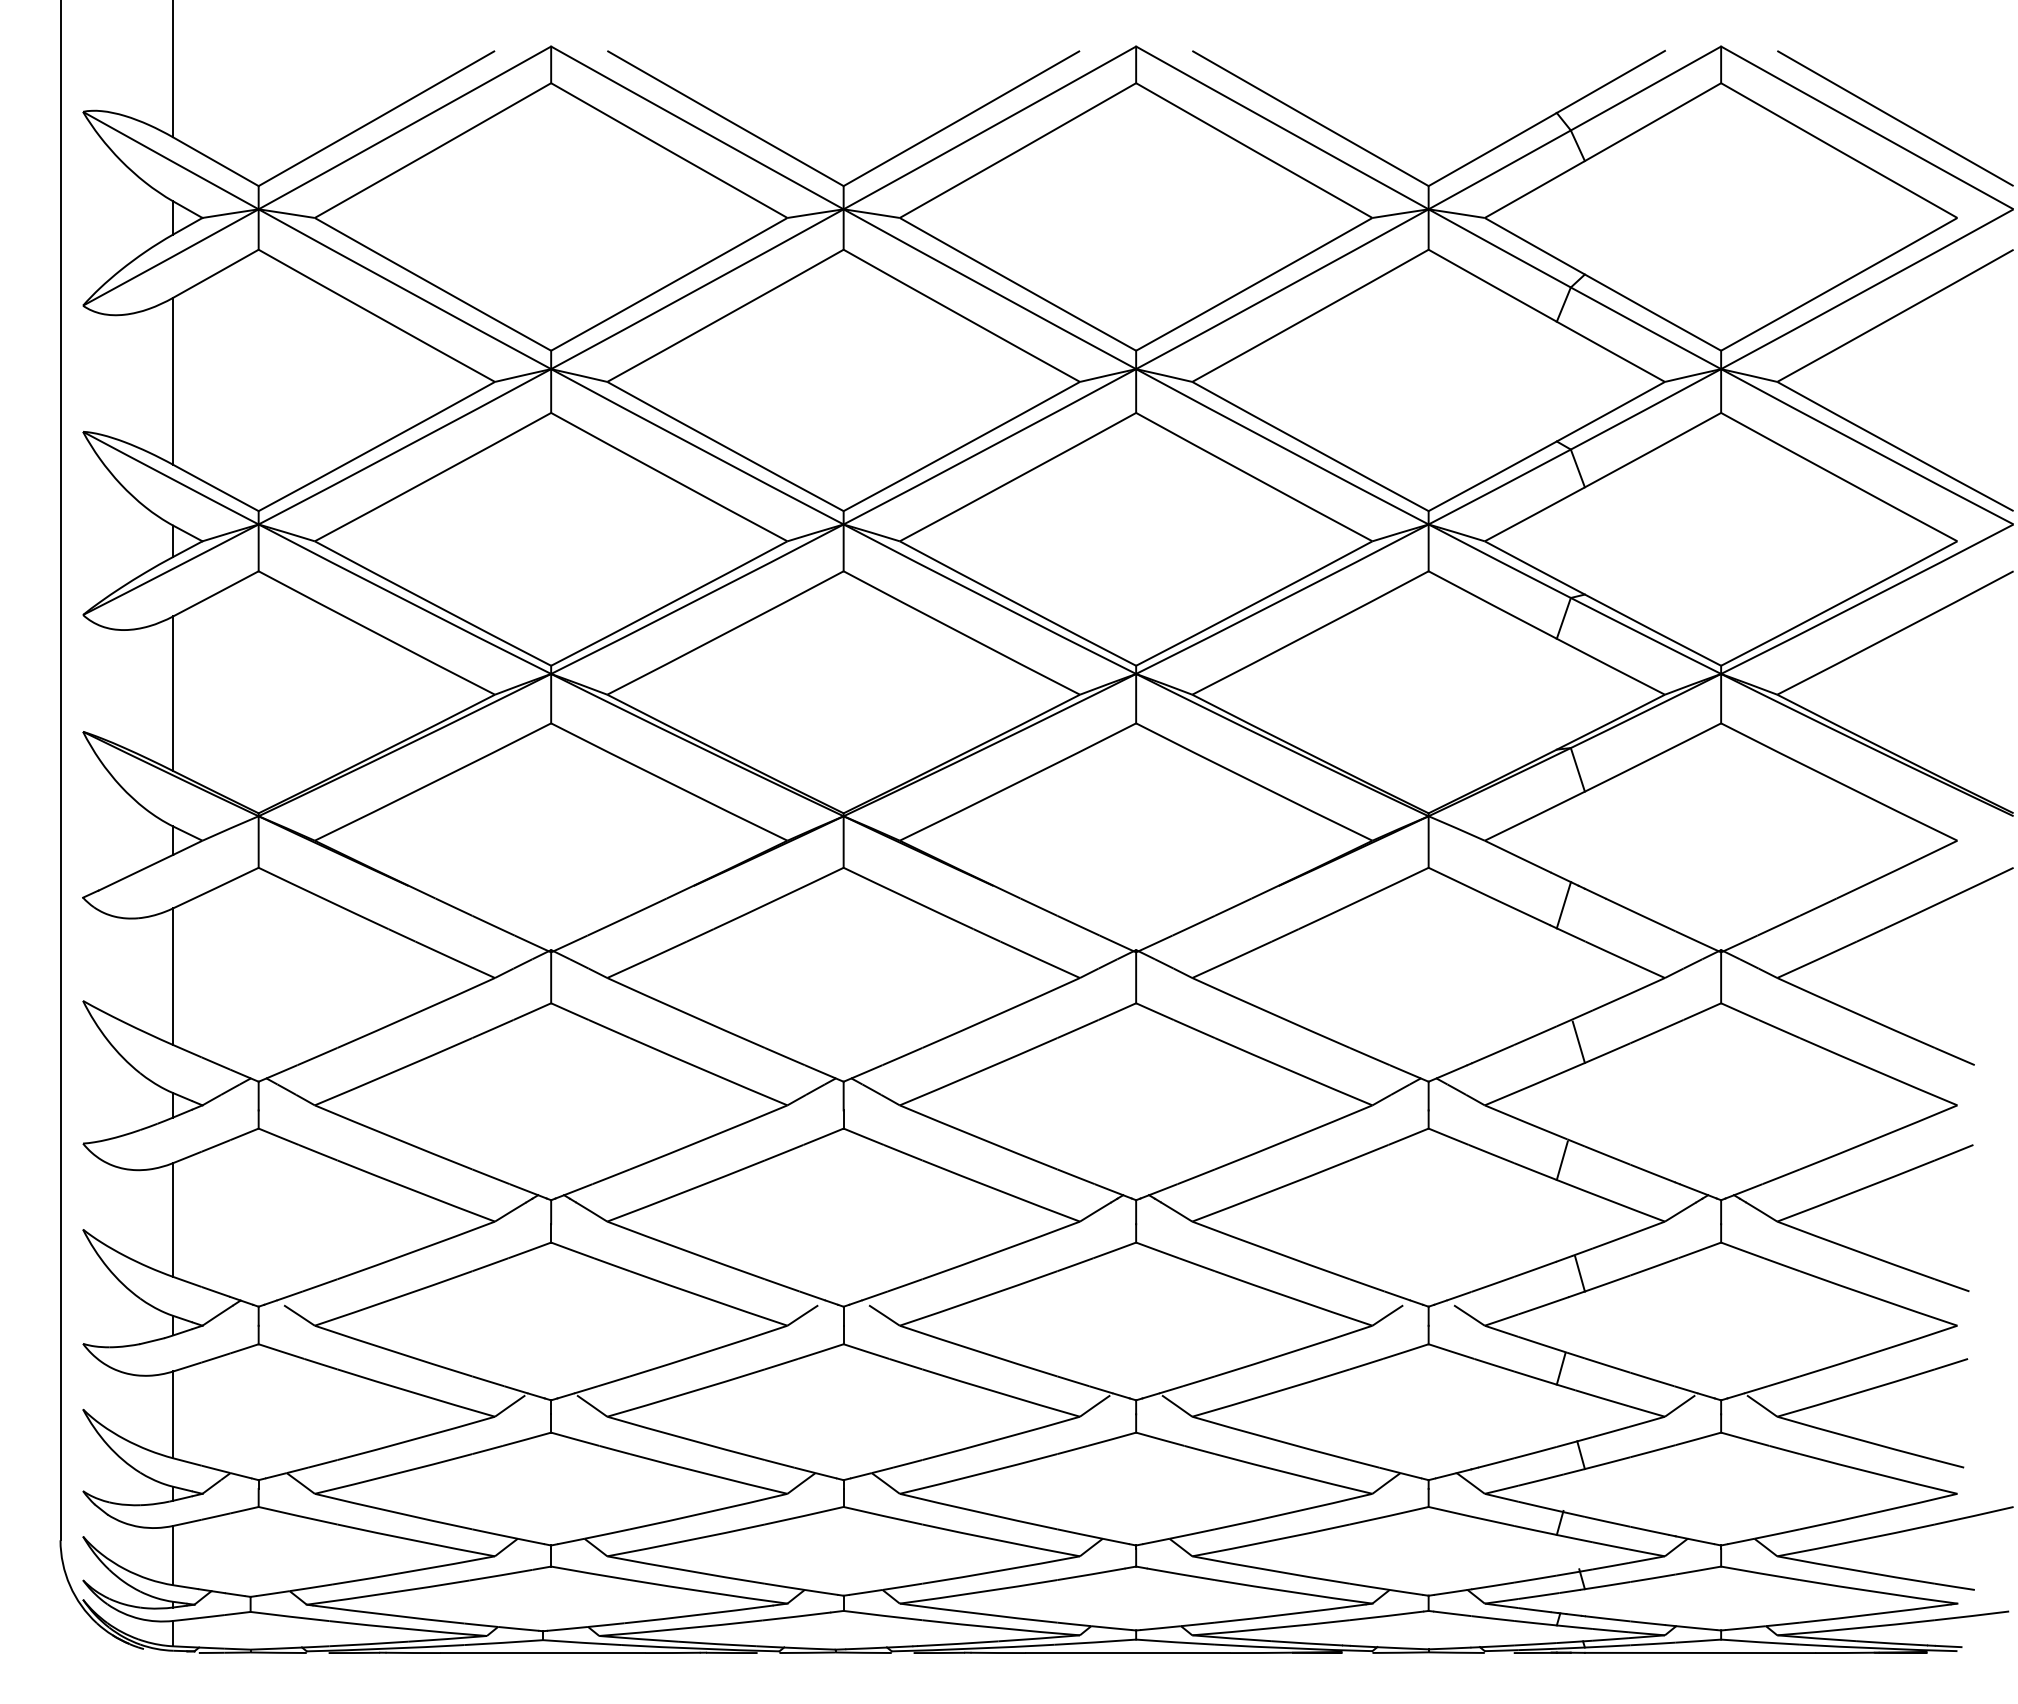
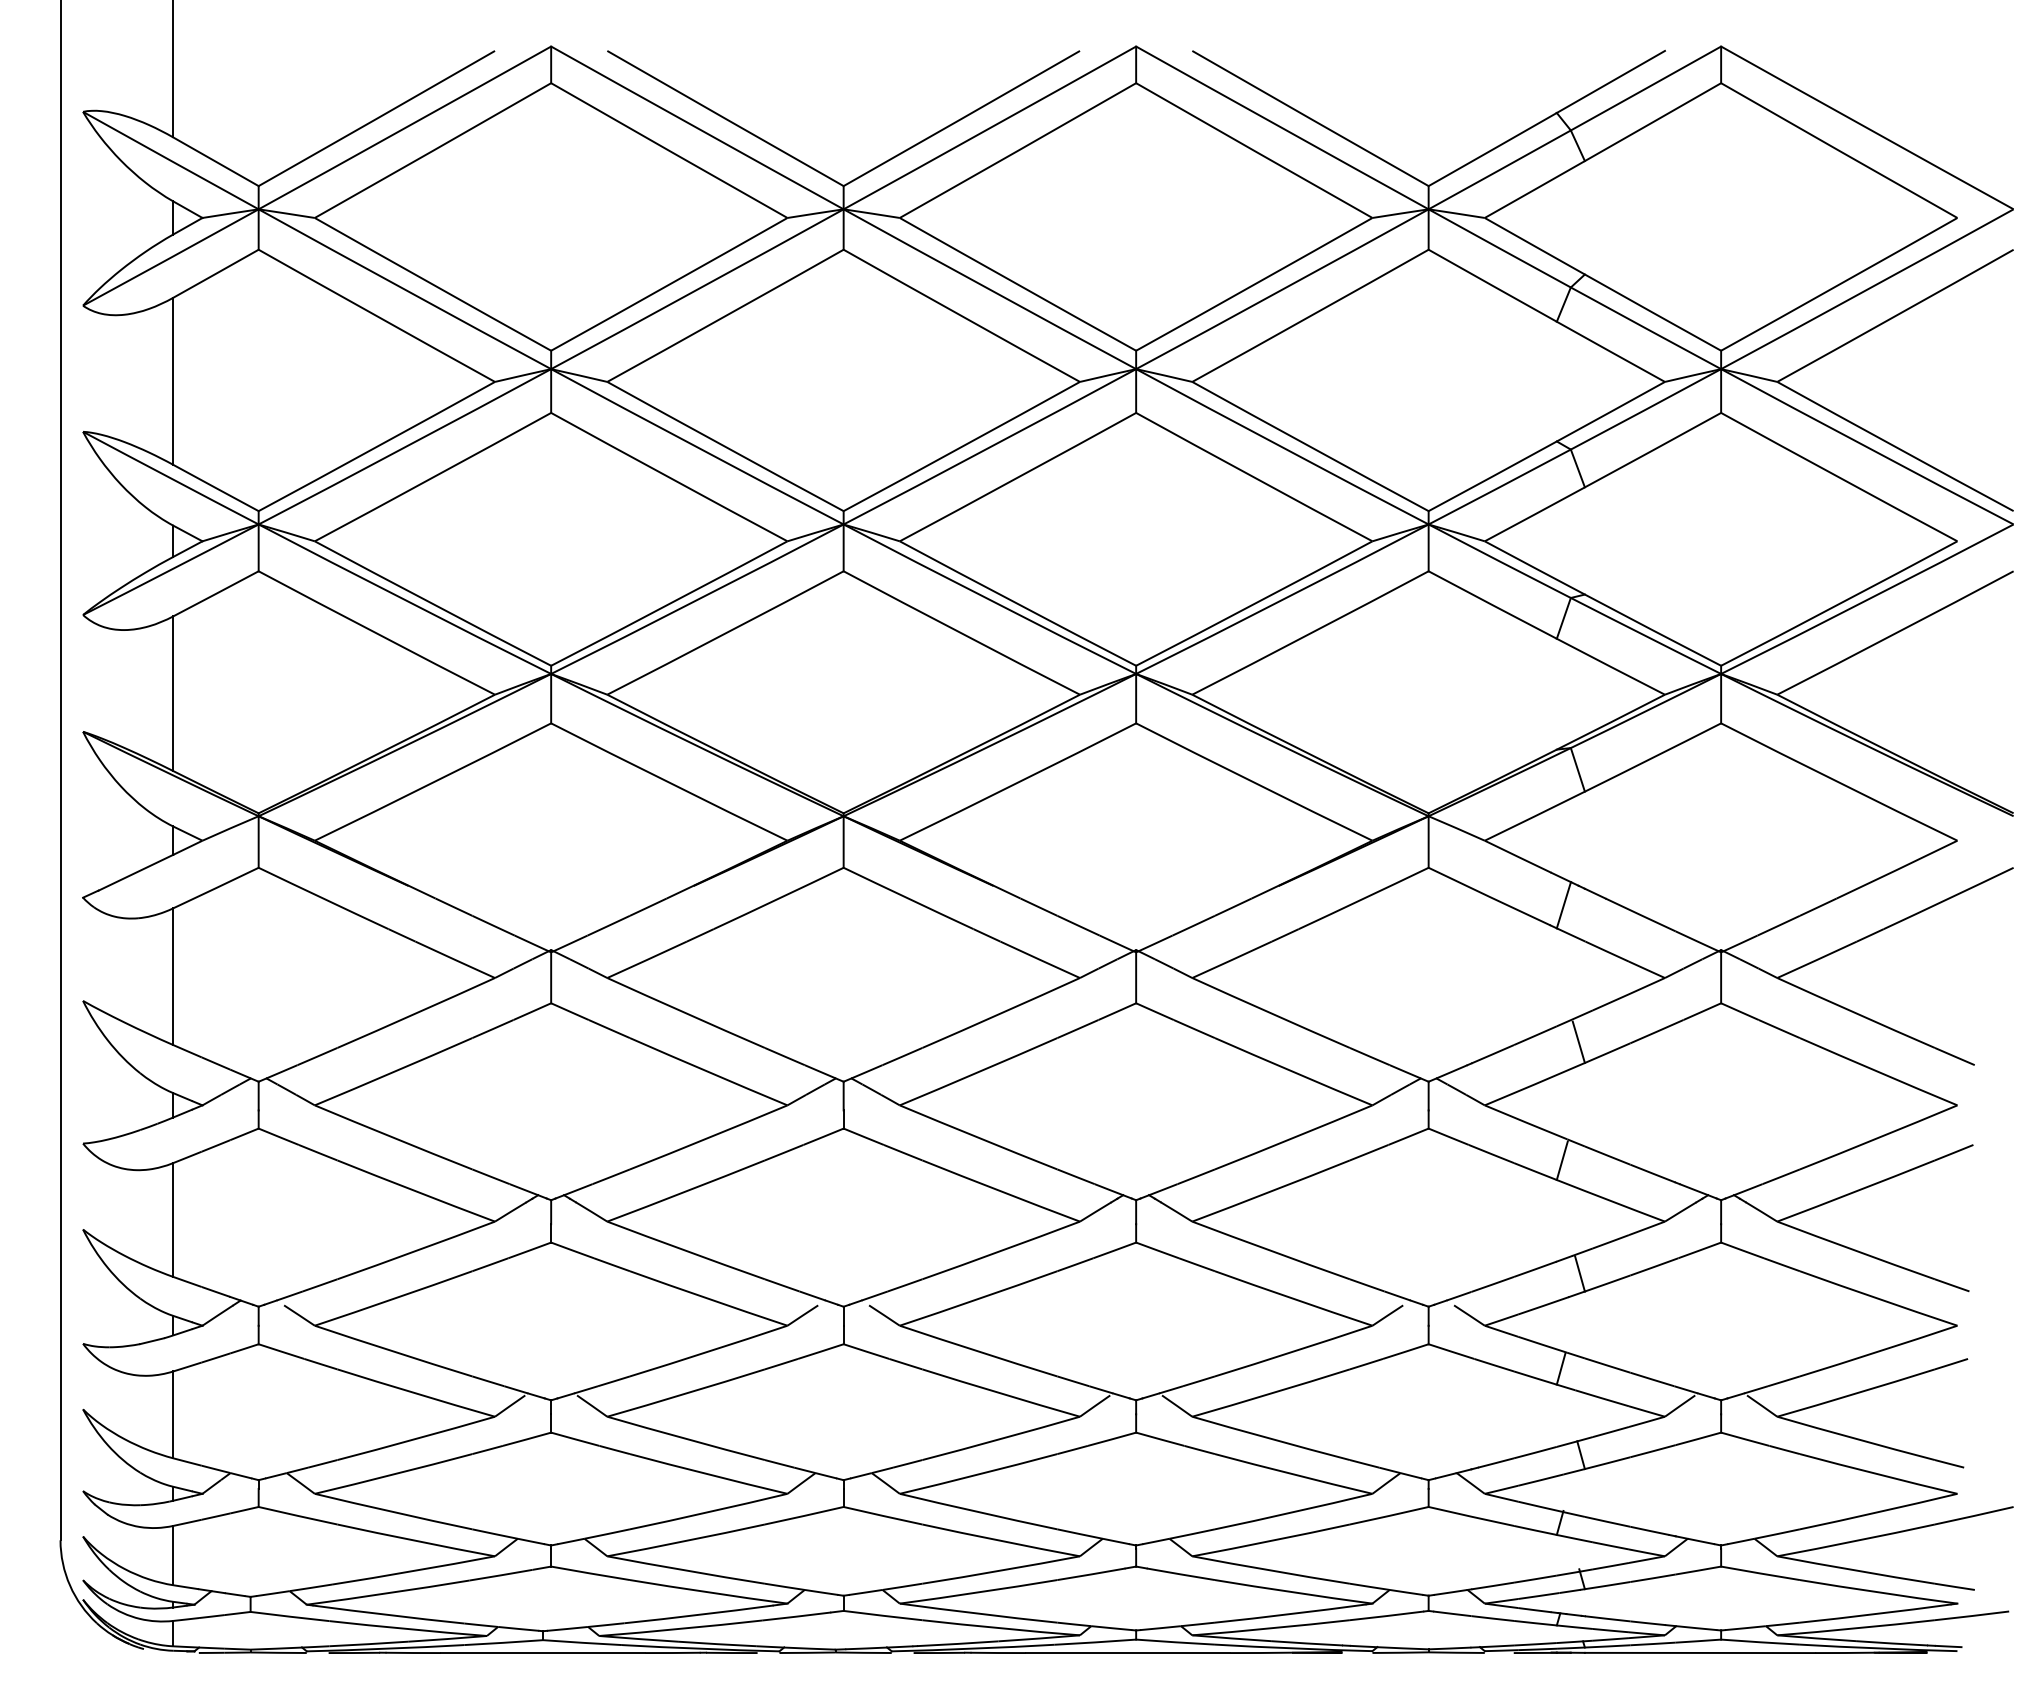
line at (1895, 118): present -> none
